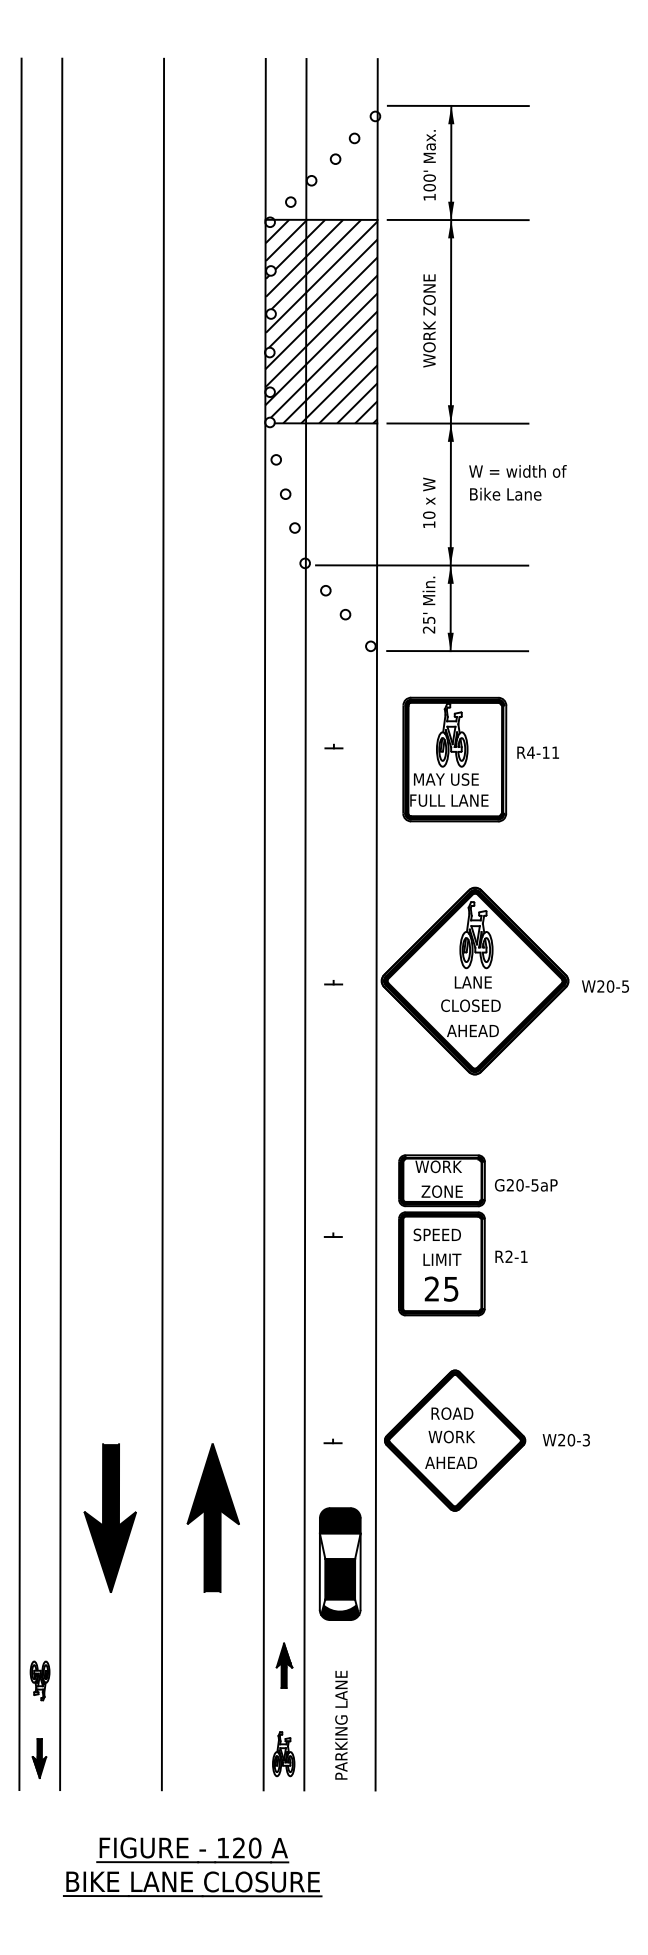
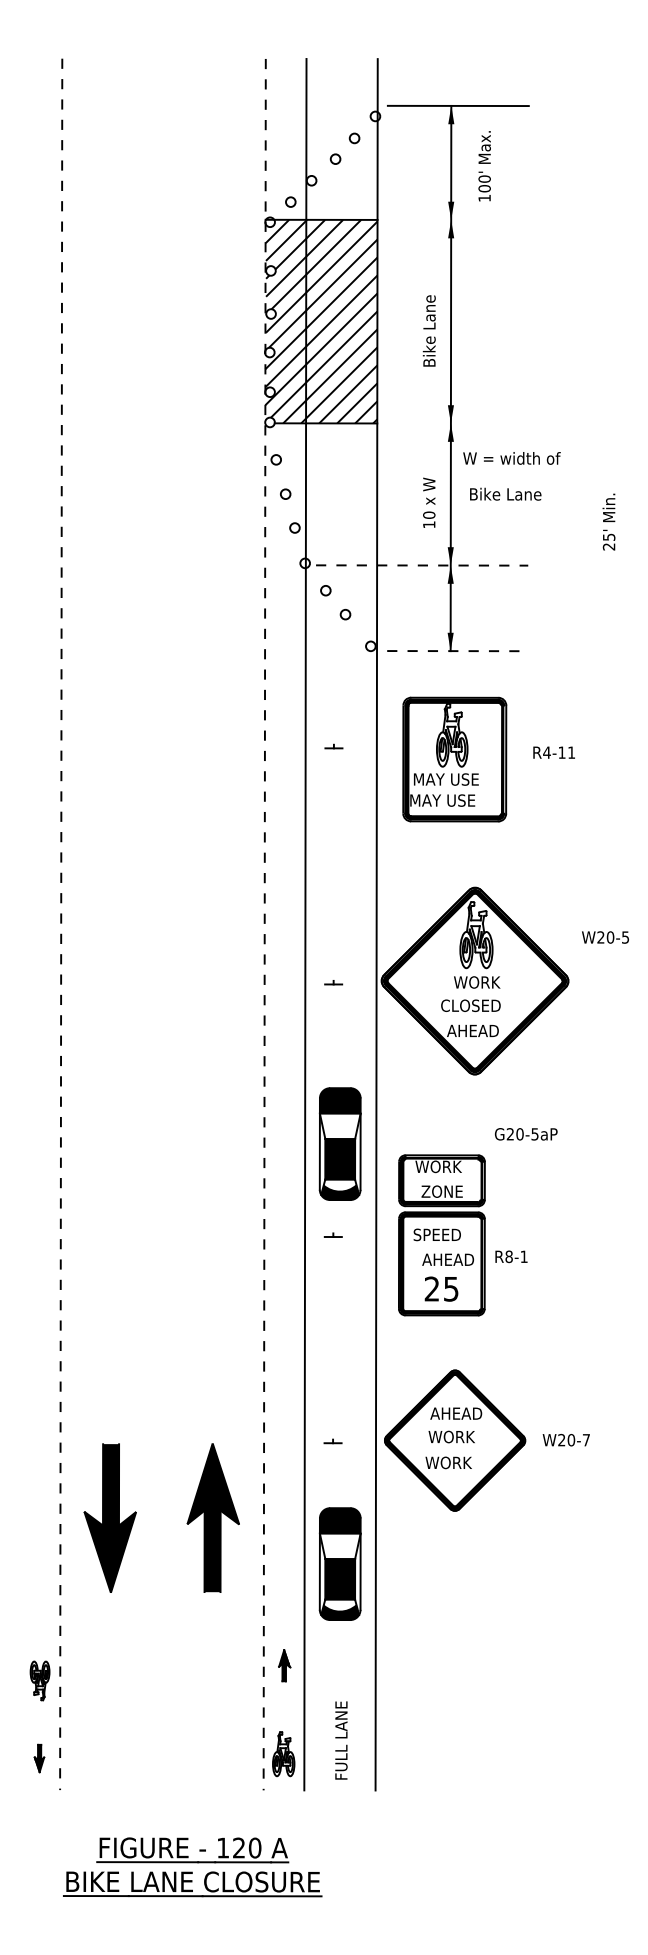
text at (429, 165) position: (429, 165) -> (484, 166)
line at (457, 219): present -> none
text at (428, 320): WORK ZONE -> Bike Lane
line at (457, 423): present -> none
text at (517, 471) position: (517, 471) -> (511, 458)
line at (422, 565): solid -> dashed
text at (428, 604) position: (428, 604) -> (608, 521)
line at (458, 651): solid -> dashed
text at (537, 752) position: (537, 752) -> (553, 752)
text at (449, 800): FULL LANE -> MAY USE
line at (20, 924): present -> none
line at (61, 924): solid -> dashed
line at (162, 924): present -> none
line at (264, 924): solid -> dashed
text at (477, 982): LANE -> WORK
text at (605, 986) position: (605, 986) -> (605, 937)
part at (339, 1143): none -> present
text at (526, 1185) position: (526, 1185) -> (526, 1134)
text at (508, 1256): R2-1 -> R8-1
text at (448, 1259): LIMIT -> AHEAD
text at (456, 1413): ROAD -> AHEAD
text at (585, 1440): W20-3 -> W20-7
text at (450, 1462): AHEAD -> WORK
part at (284, 1665) size: 19x47 px -> 14x34 px
text at (341, 1724): PARKING LANE -> FULL LANE
part at (39, 1758) size: 17x41 px -> 13x31 px
